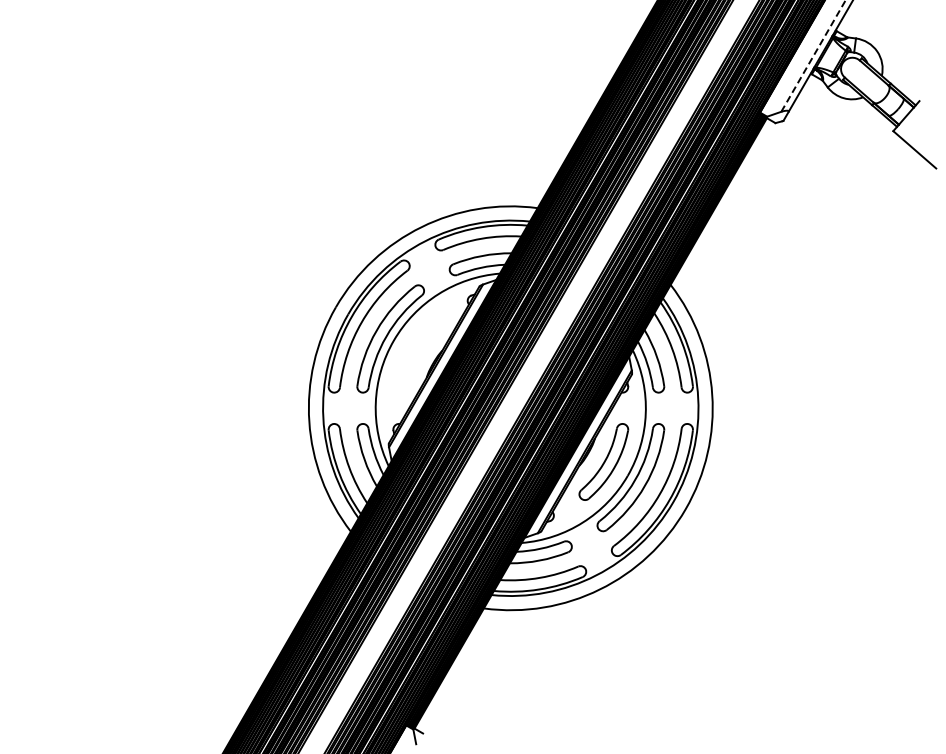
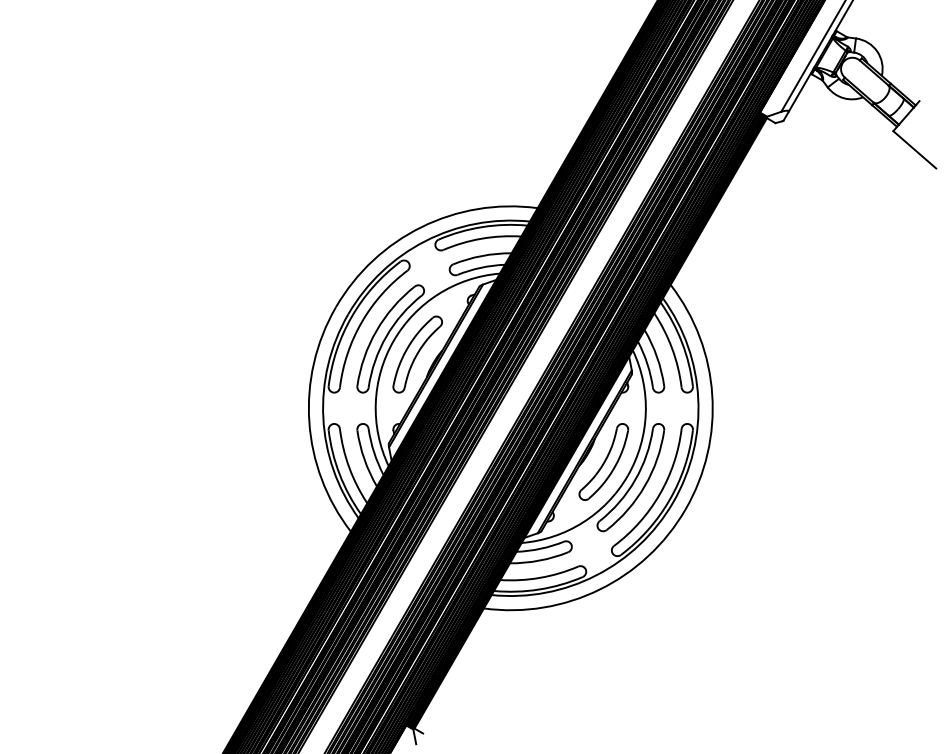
line at (813, 55): dashed -> solid
part at (417, 354): none -> present
